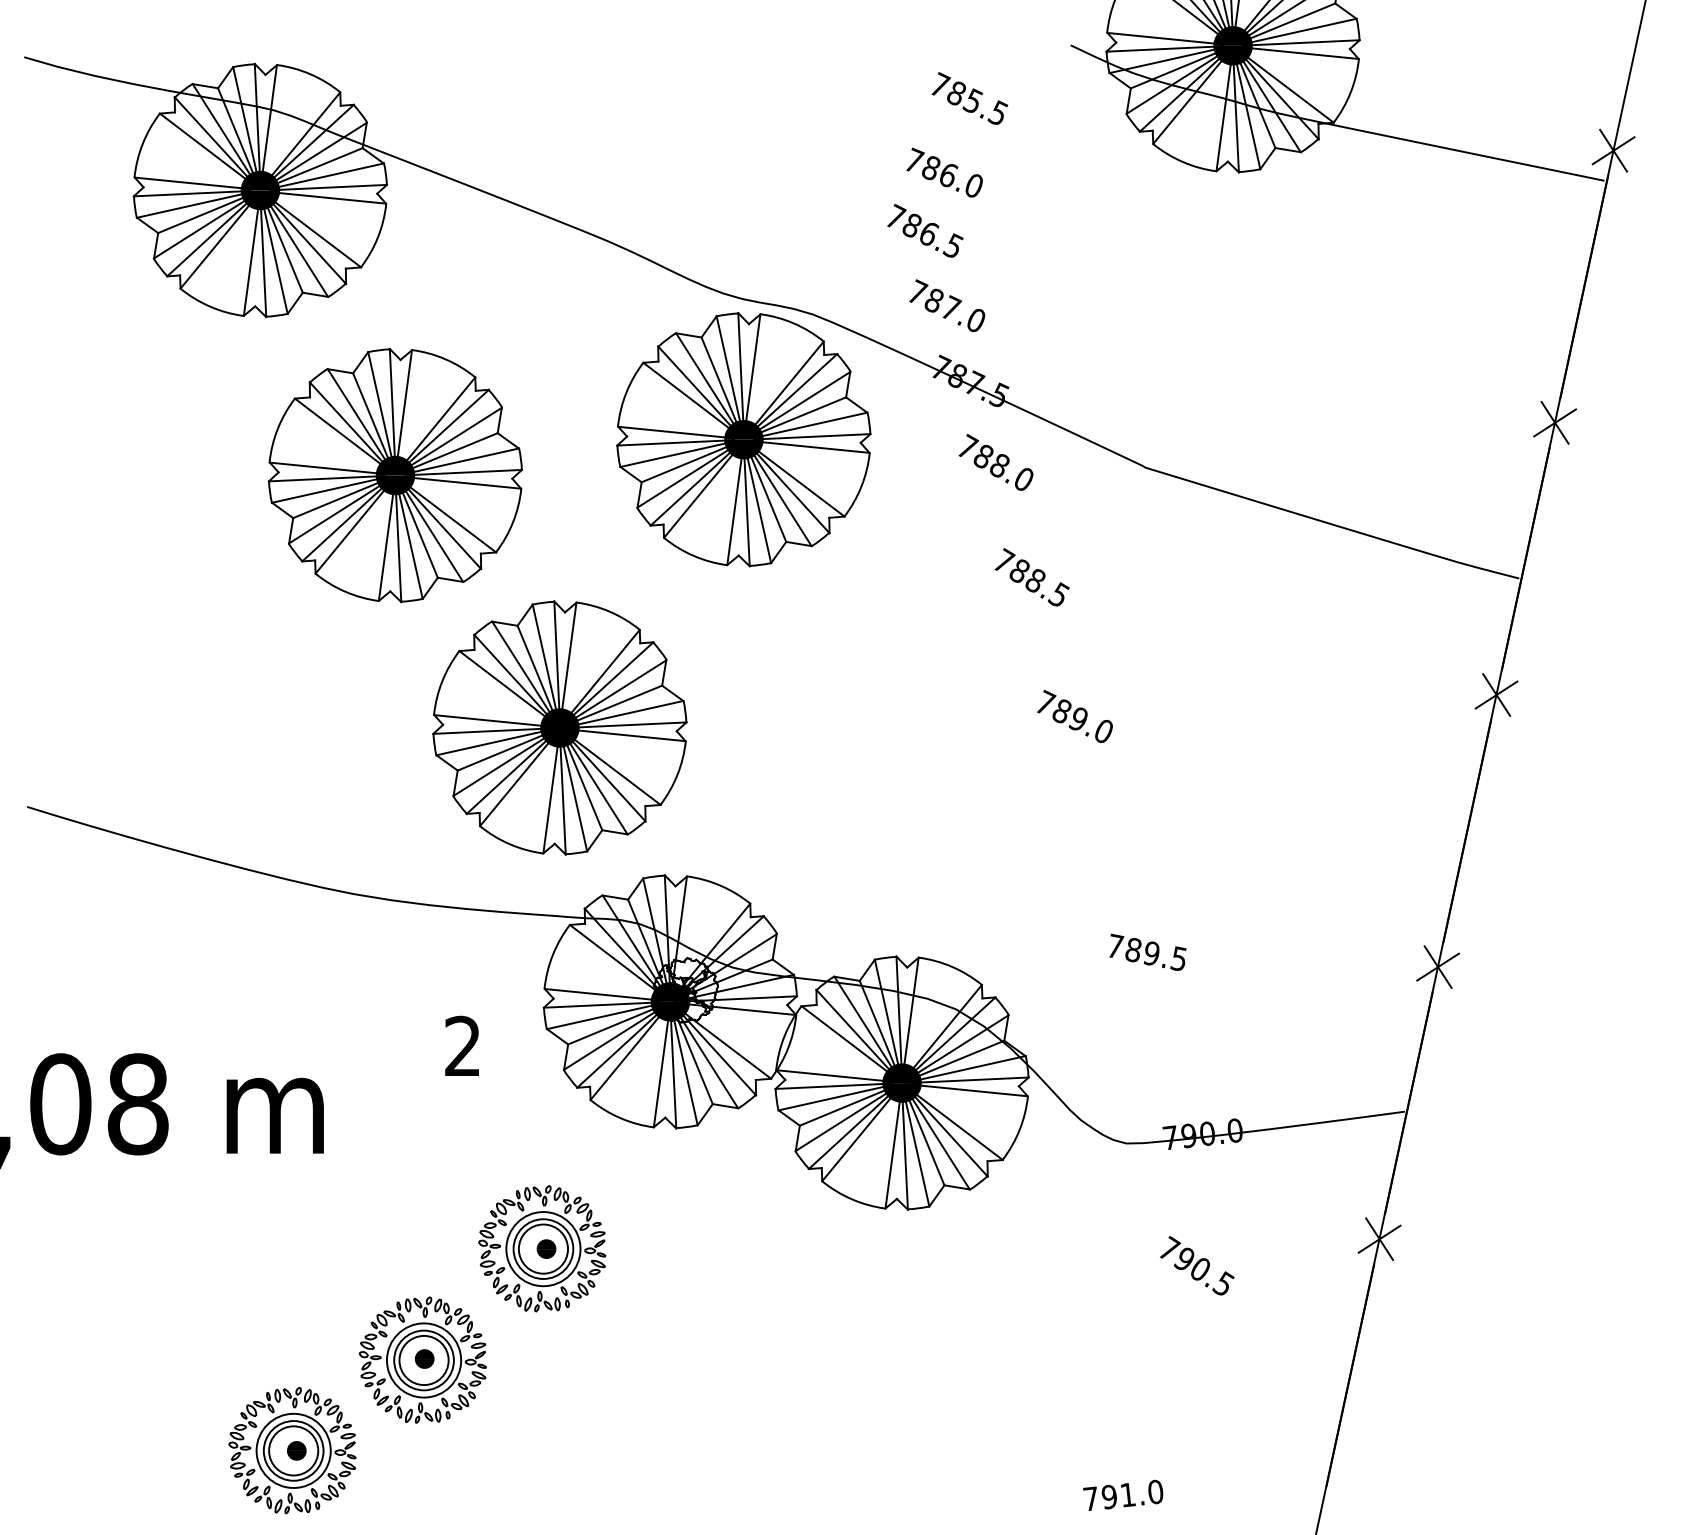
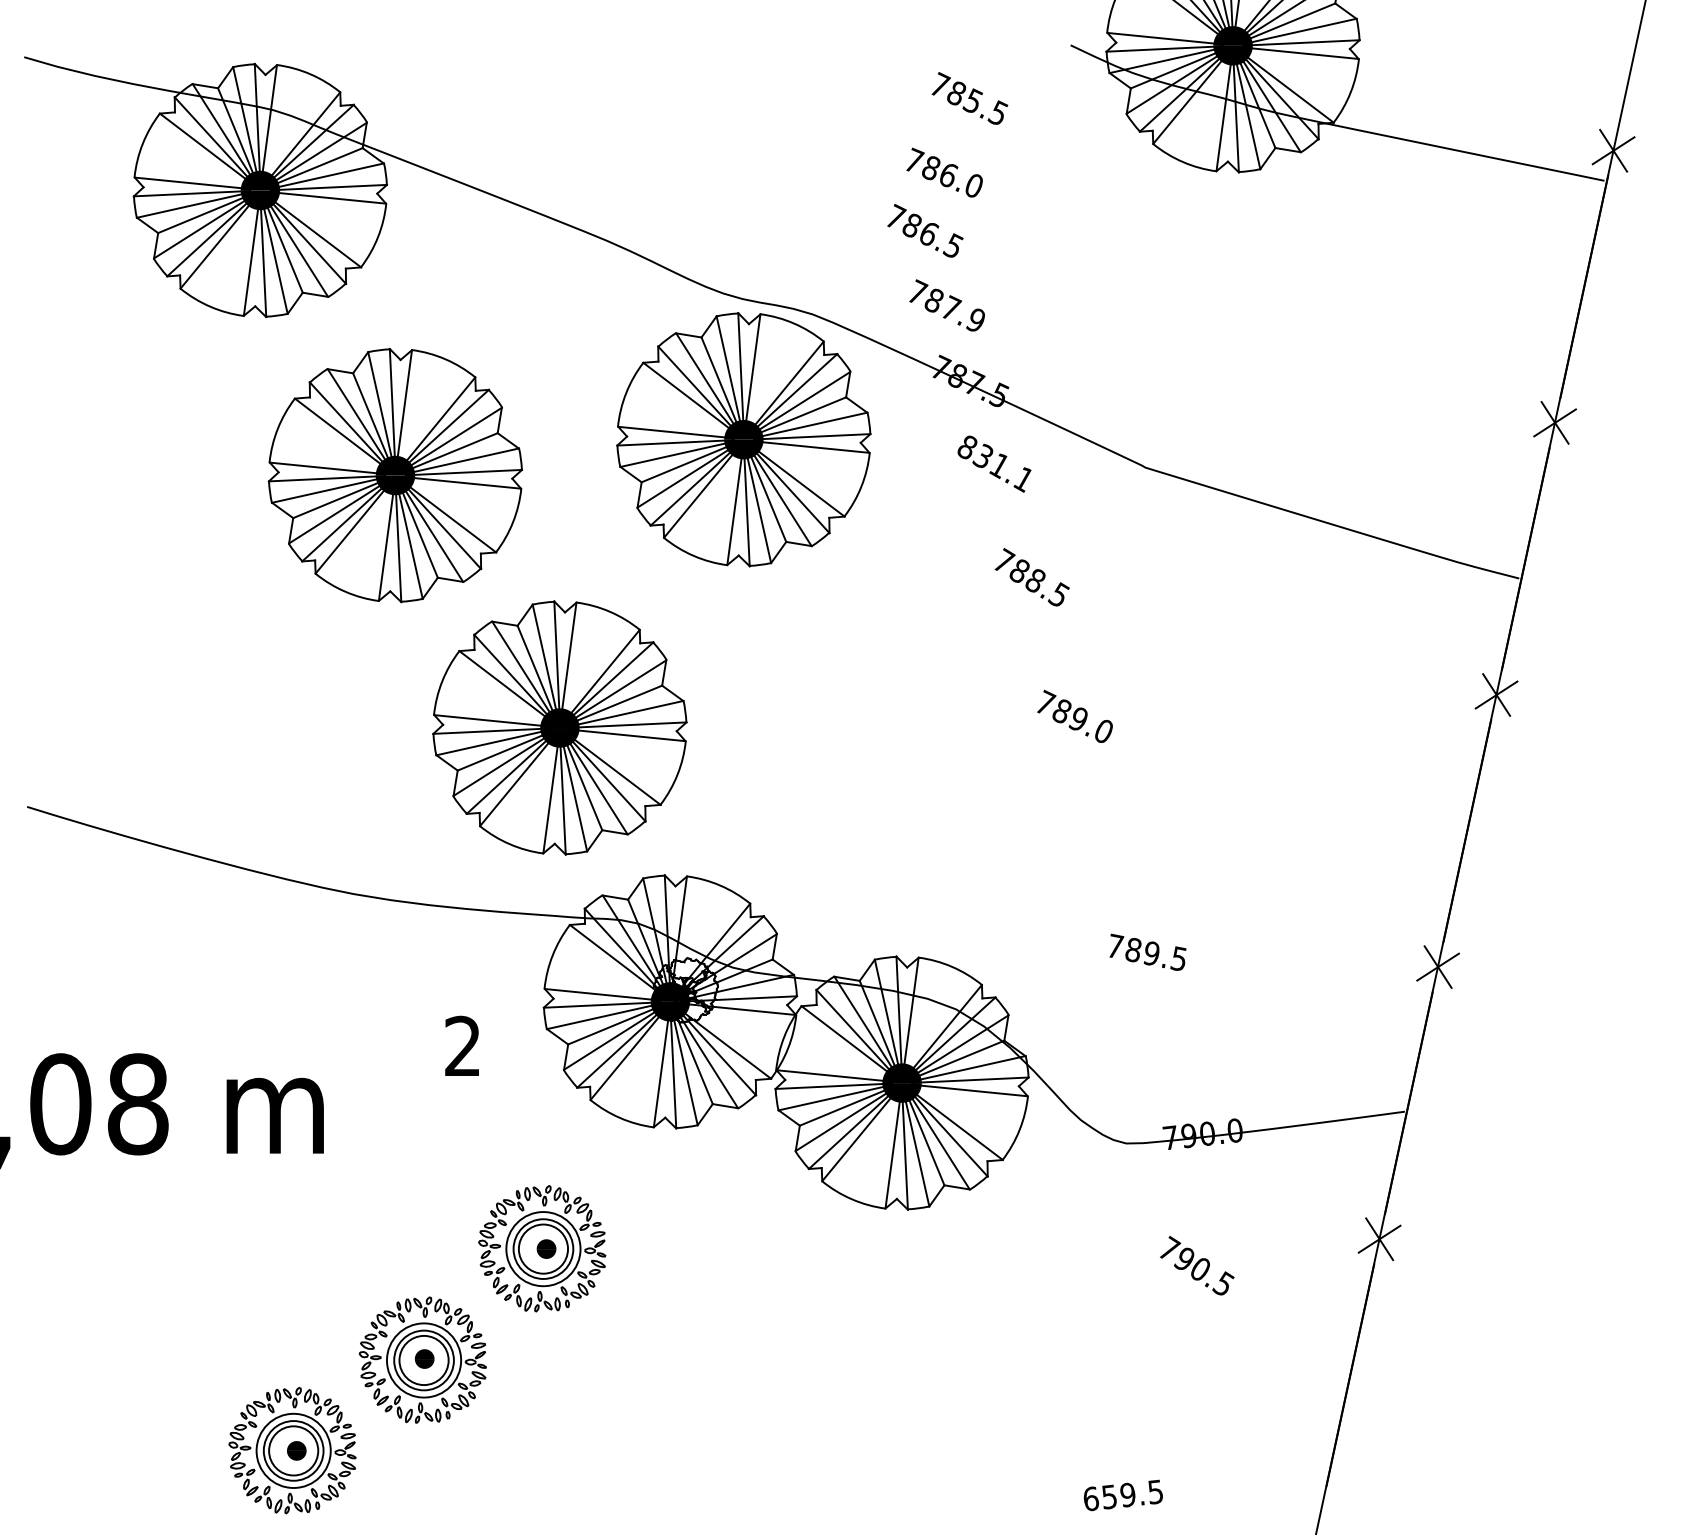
text at (975, 319): 787.0 -> 787.9
text at (995, 463): 788.0 -> 831.1
text at (1123, 1495): 791.0 -> 659.5
